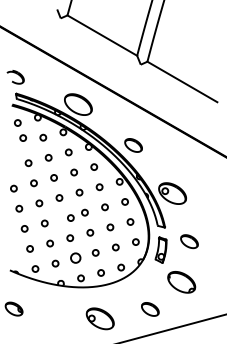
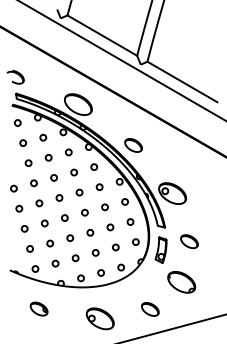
line at (122, 60): none -> present
circle at (22, 137) position: (22, 137) -> (22, 142)
circle at (70, 217) position: (70, 217) -> (64, 217)
circle at (75, 257) size: 12x12 px -> 9x9 px
part at (13, 308) position: (13, 308) -> (38, 308)
